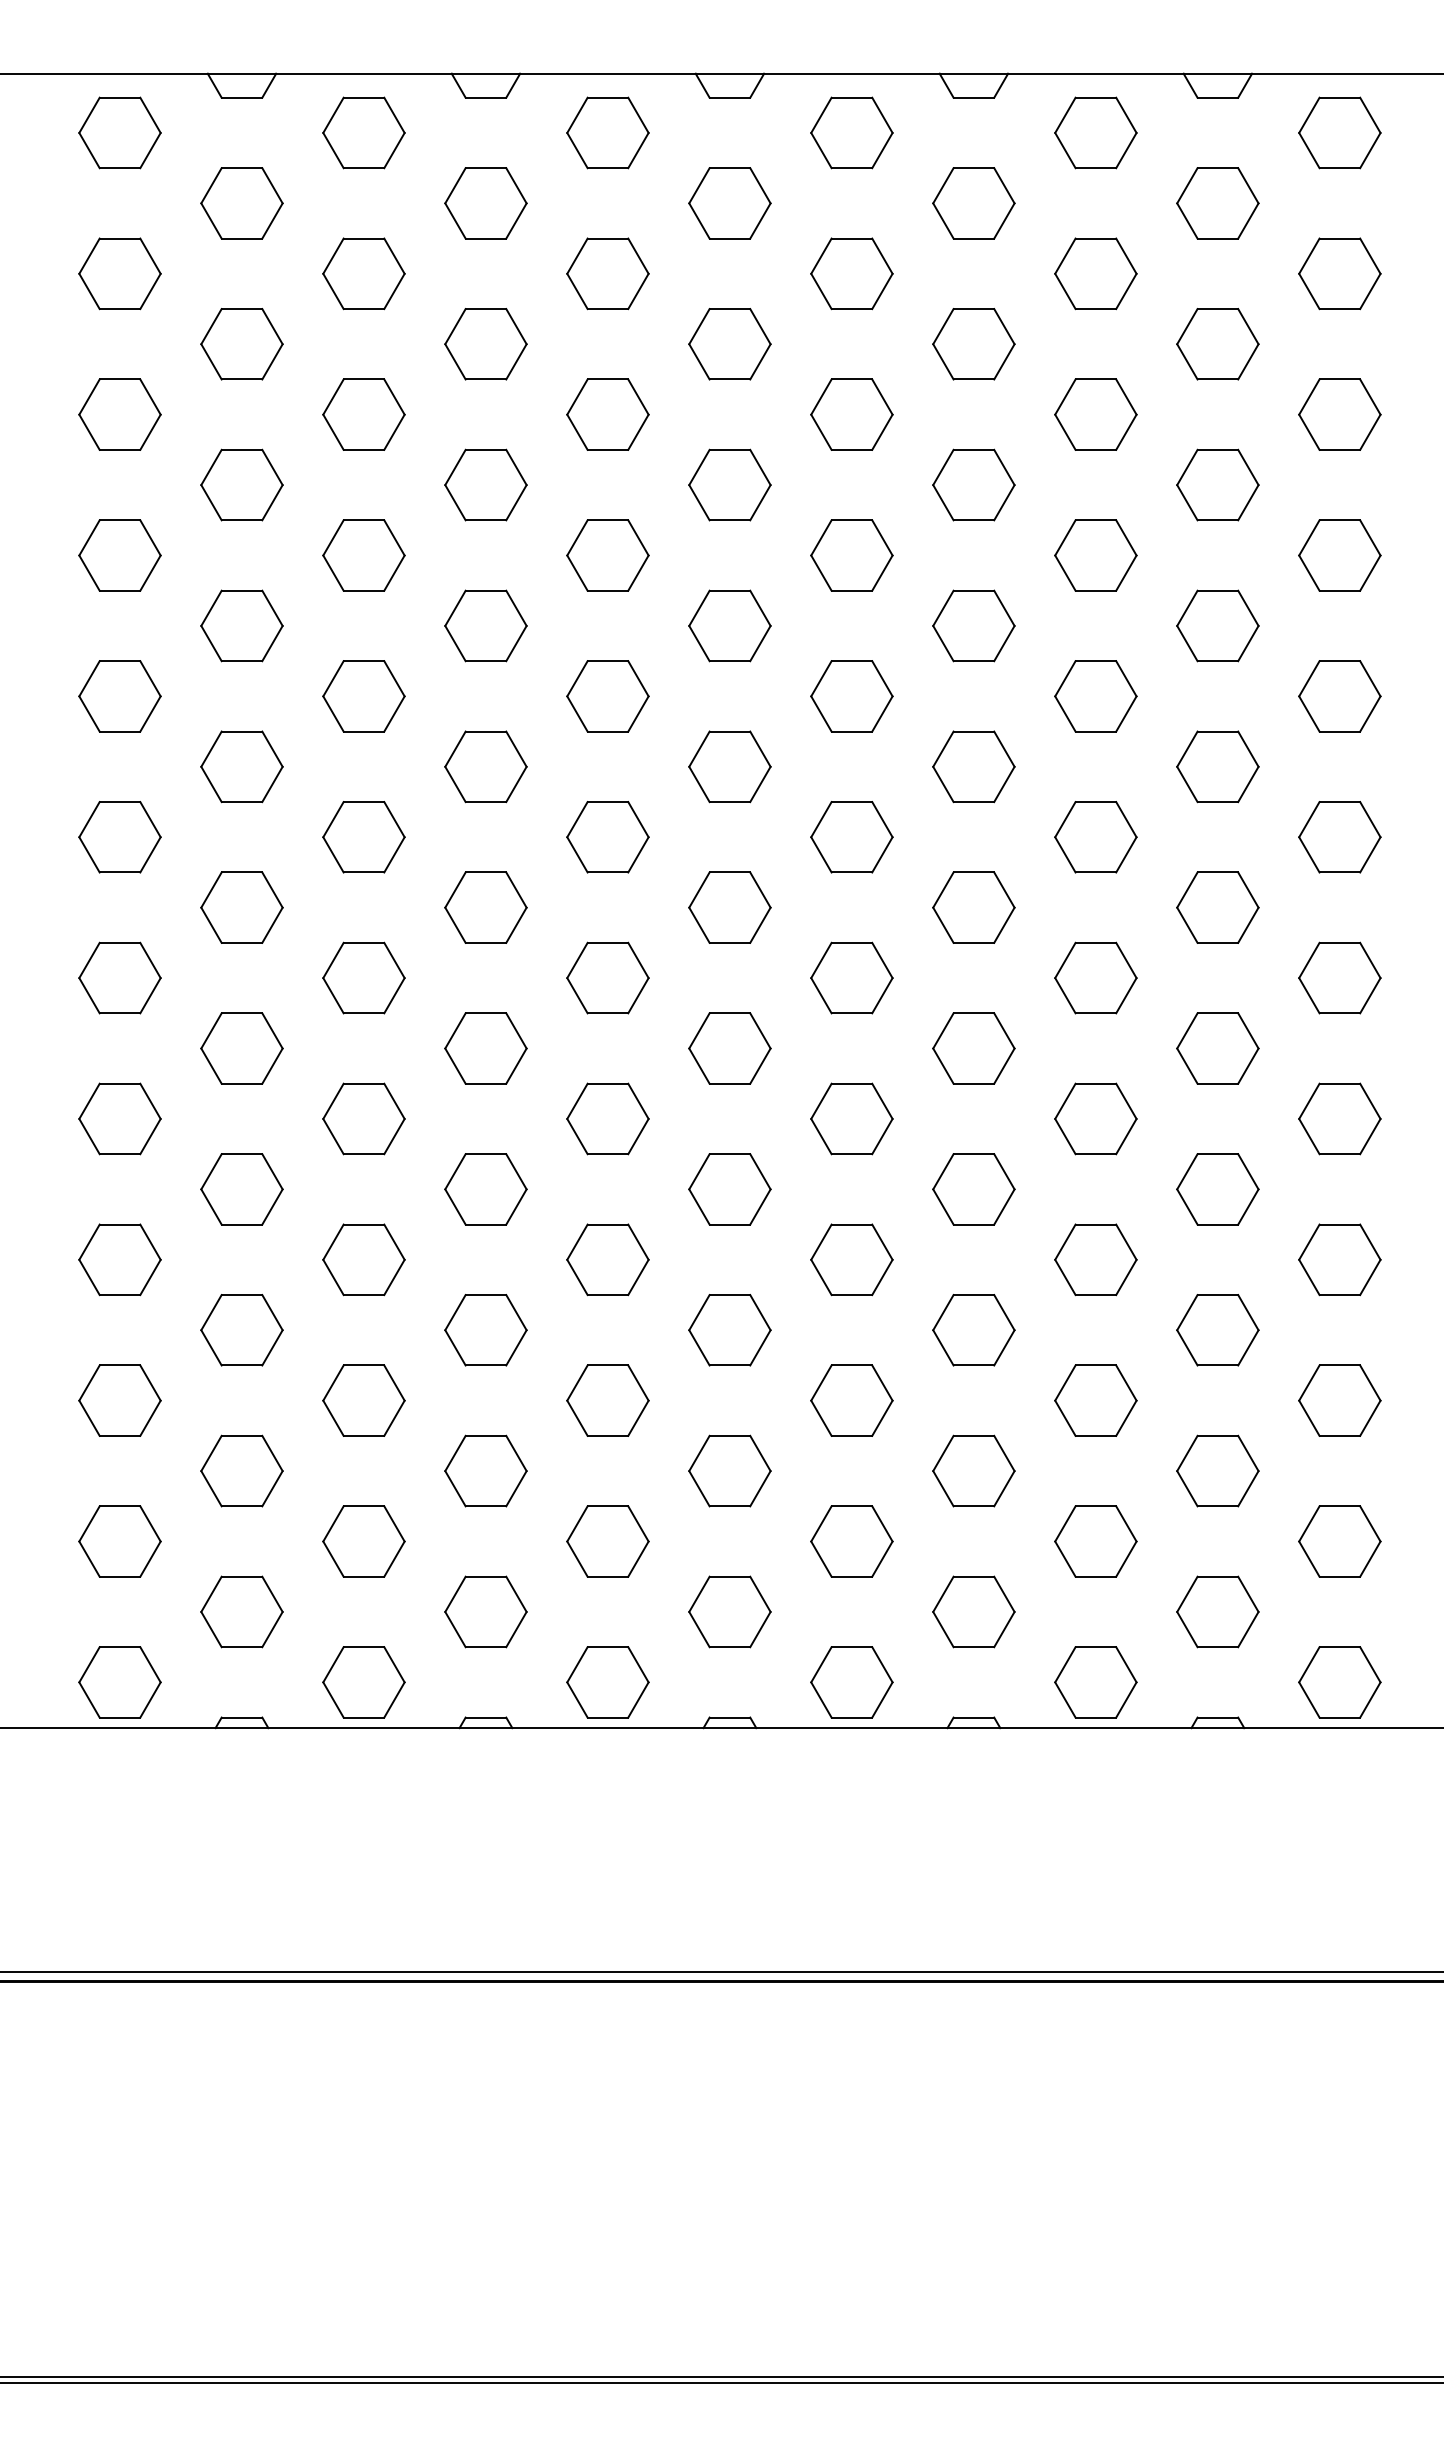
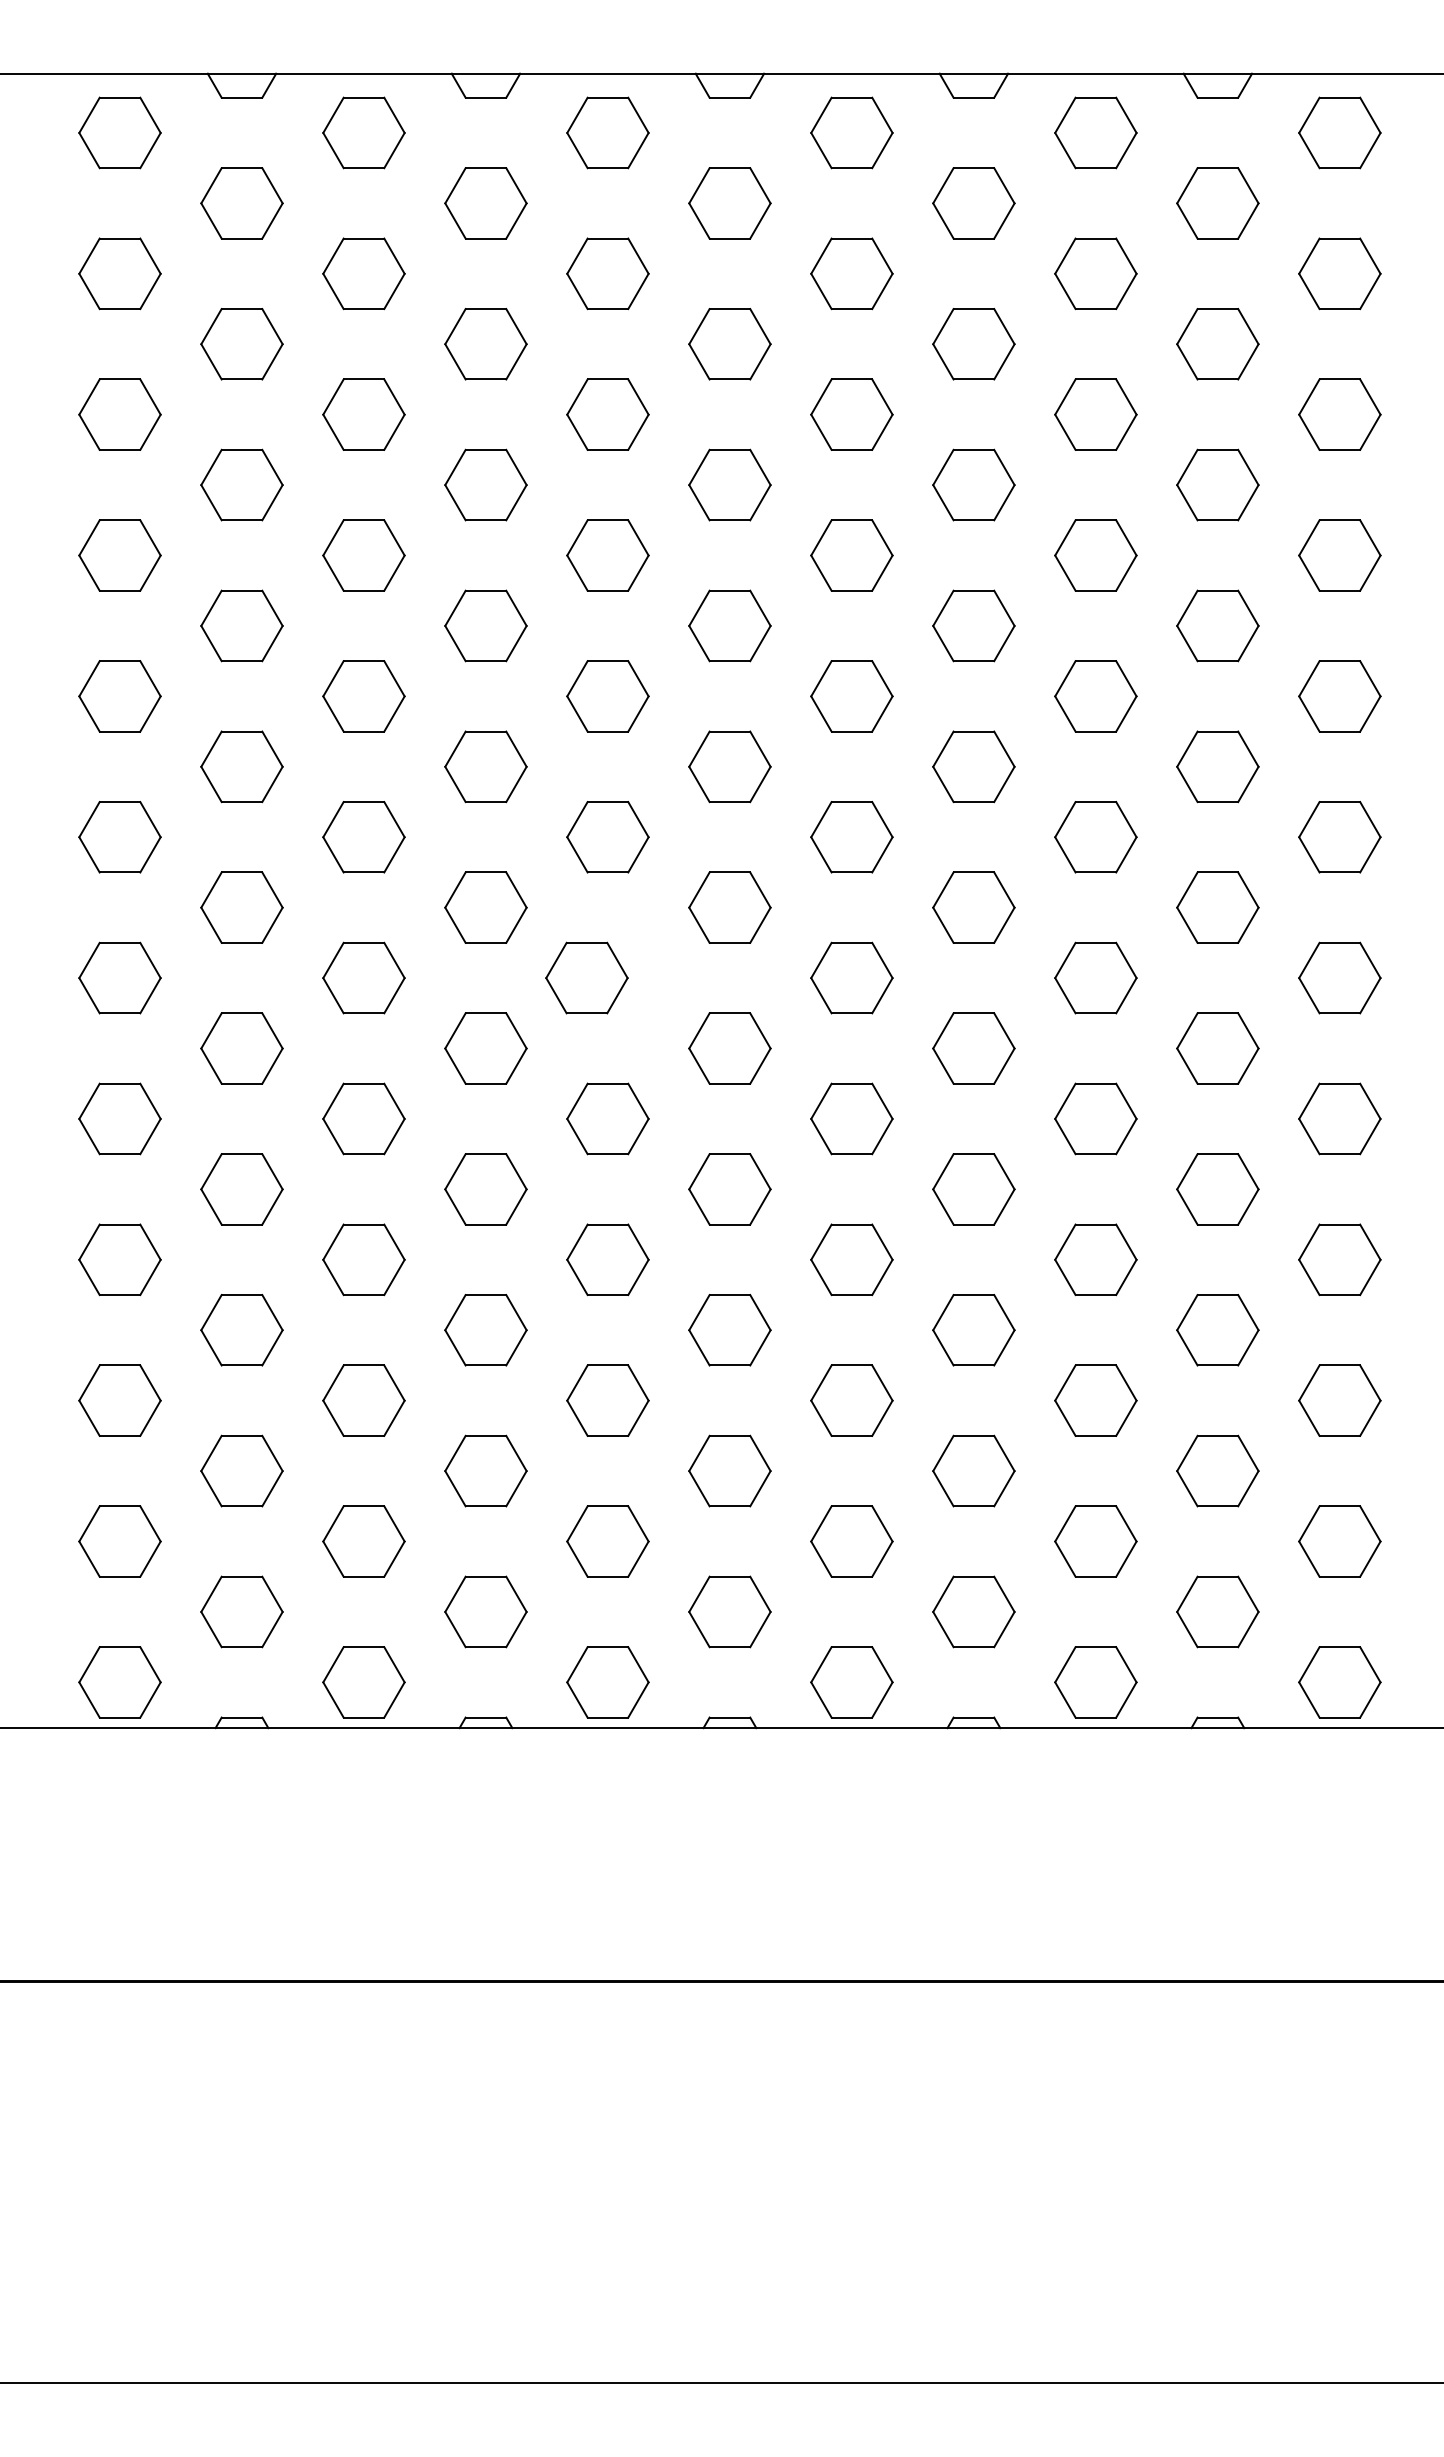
part at (607, 977) position: (607, 977) -> (586, 977)
line at (721, 1971): present -> none
line at (721, 2377): present -> none
